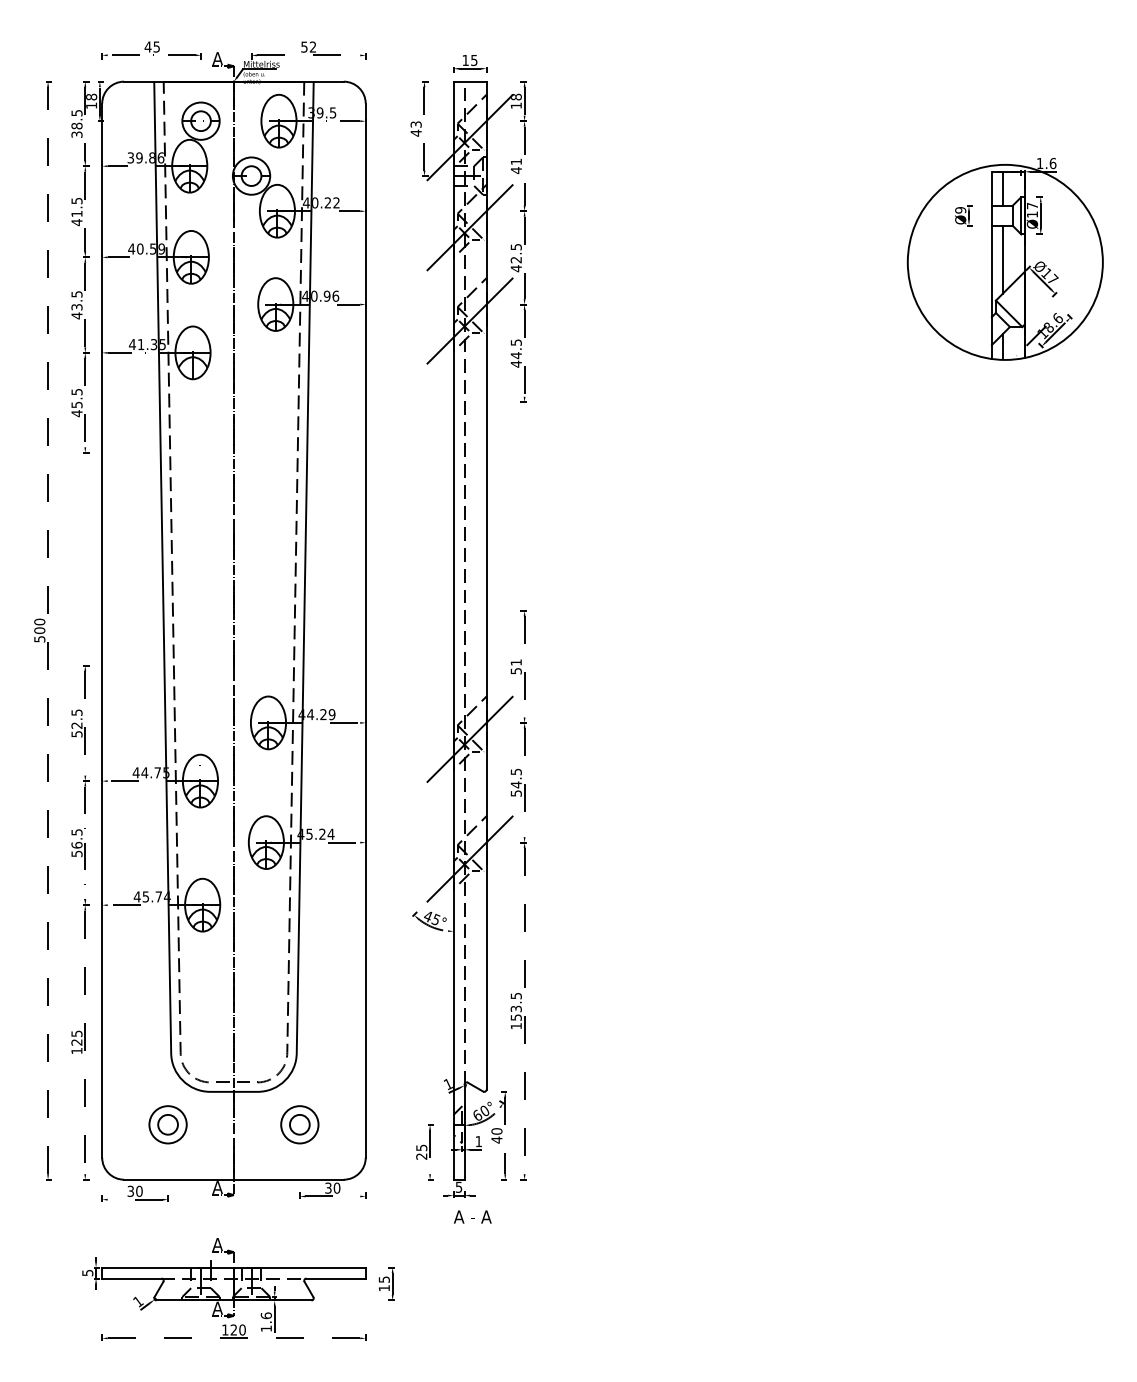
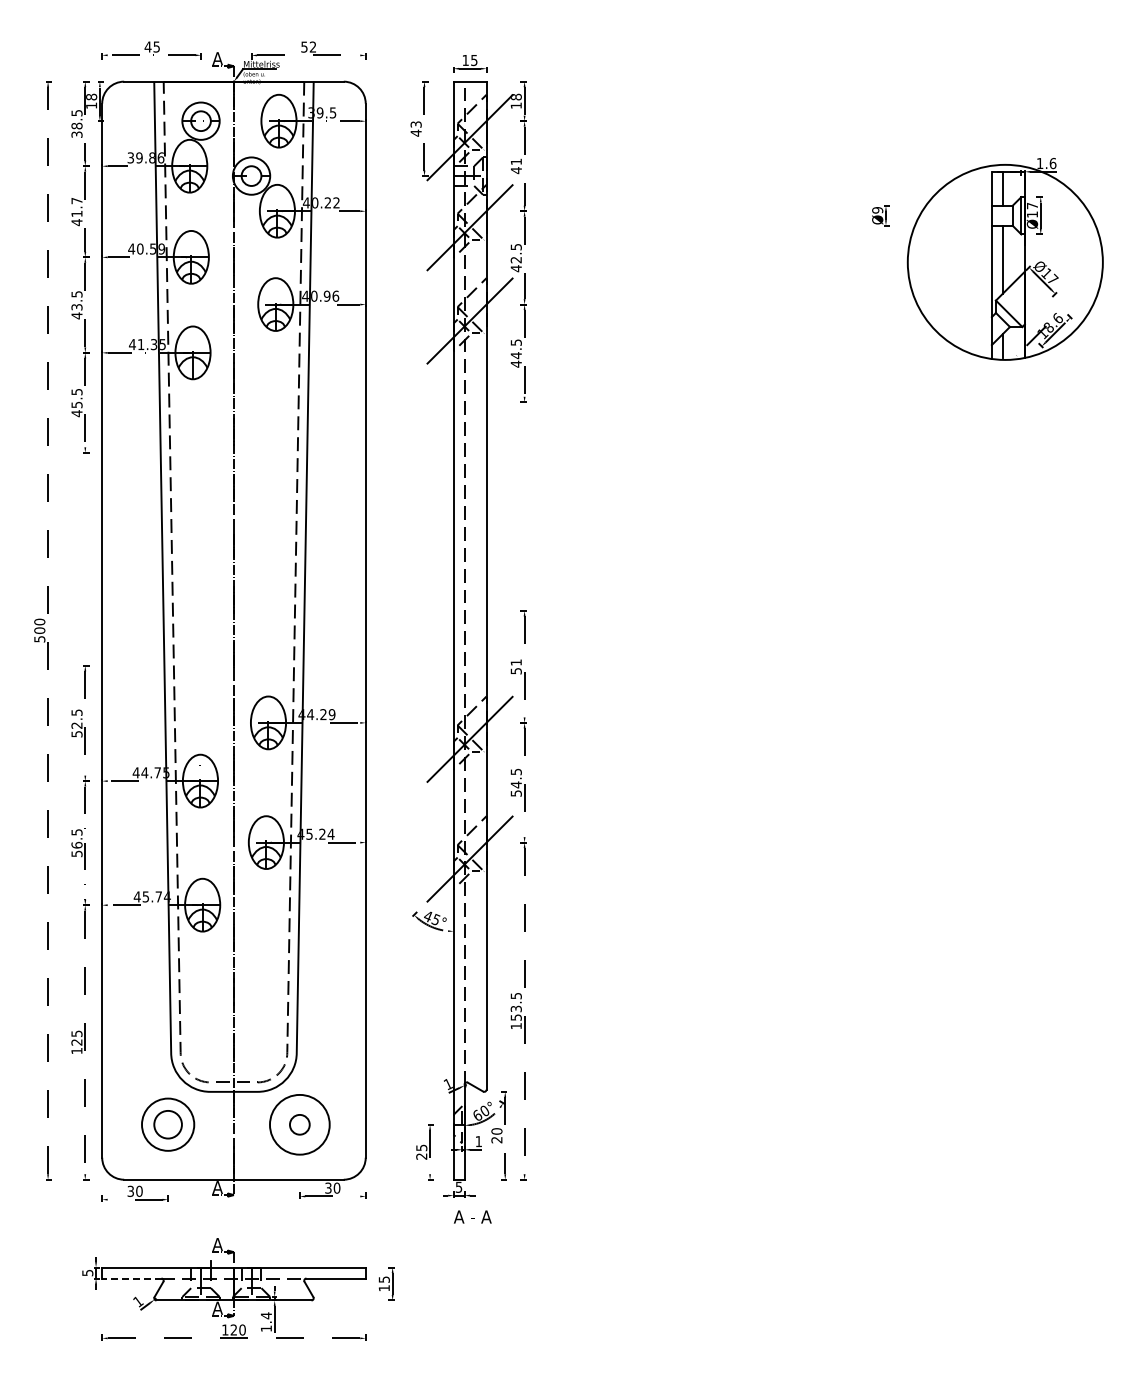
text at (76, 201): 41.5 -> 41.7
part at (963, 215) position: (963, 215) -> (880, 215)
part at (167, 1124) size: 40x40 px -> 55x55 px
circle at (299, 1124) diameter: 37 px -> 60 px
text at (496, 1139): 40 -> 20
line at (131, 1278): solid -> dashed
text at (265, 1315): 1.6 -> 1.4
